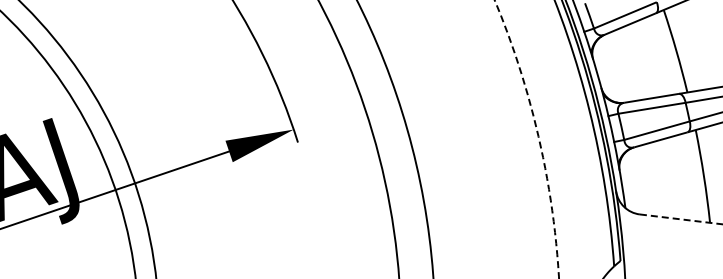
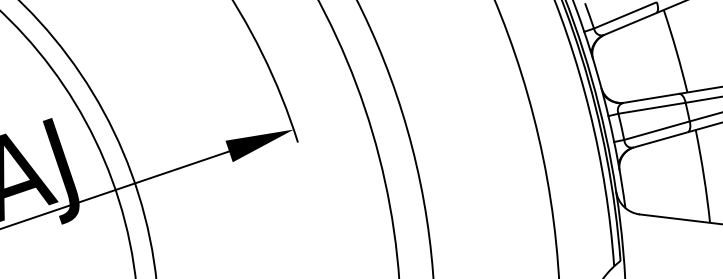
circle at (526, 139): dashed -> solid
line at (681, 219): dashed -> solid
